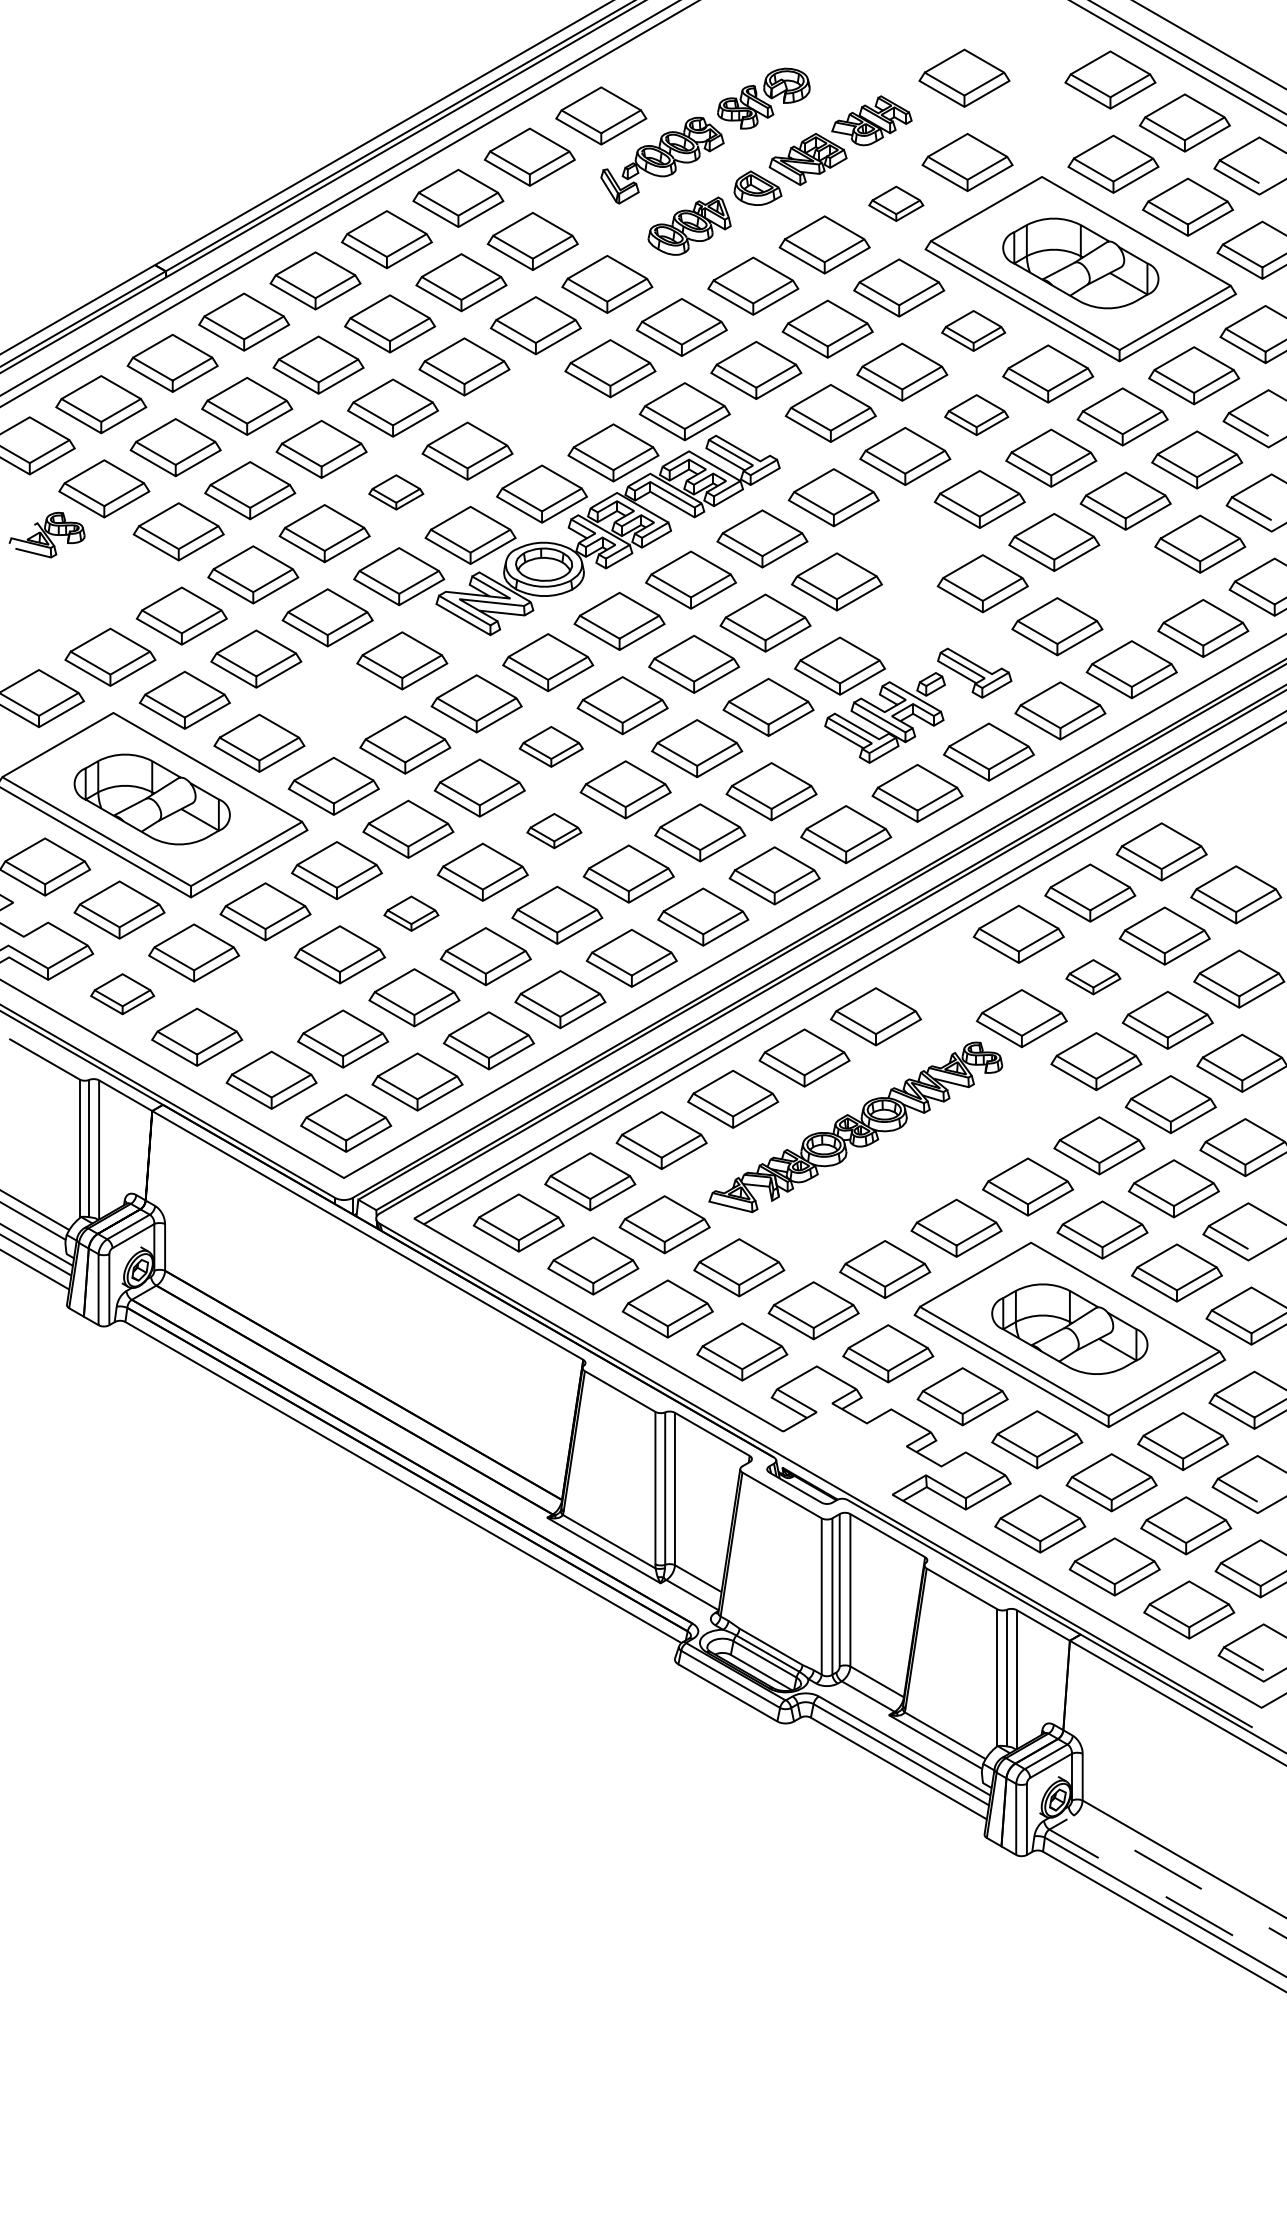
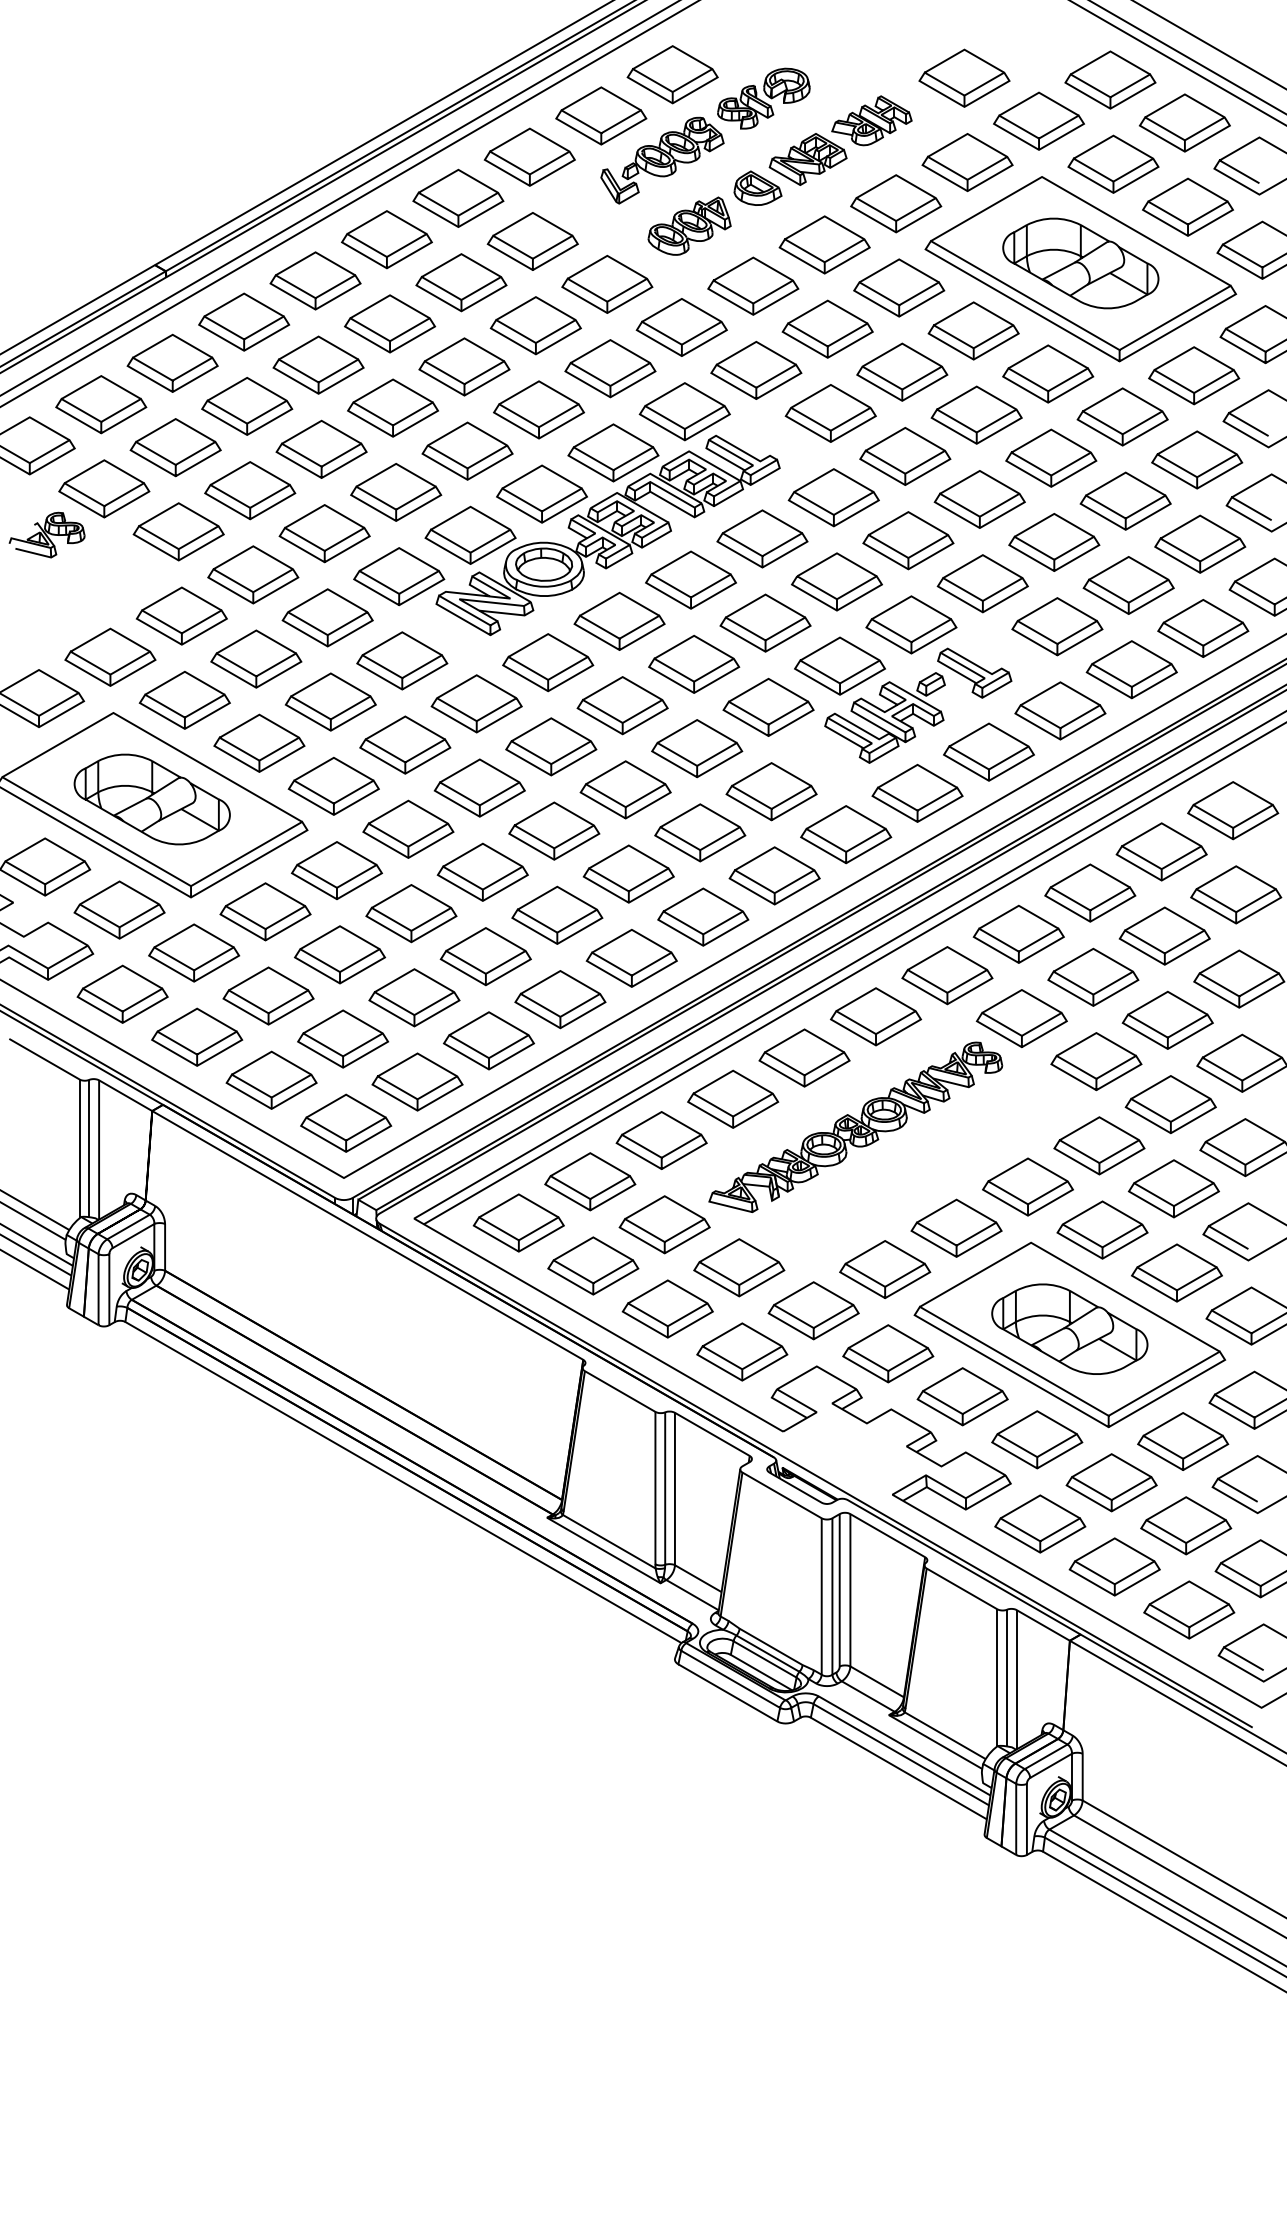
part at (672, 74): none -> present
part at (1038, 120): none -> present
part at (896, 203) size: 57x37 px -> 93x60 px
part at (973, 330) size: 66x42 px -> 93x60 px
part at (539, 409): none -> present
part at (976, 415) size: 66x43 px -> 93x60 px
part at (396, 492) size: 57x37 px -> 93x59 px
part at (908, 540): none -> present
part at (1128, 585): none -> present
part at (911, 624): none -> present
part at (330, 701): none -> present
part at (550, 746) size: 66x42 px -> 93x60 px
part at (1233, 810): none -> present
part at (554, 831) size: 57x37 px -> 93x60 px
part at (411, 913) size: 57x37 px -> 93x60 px
part at (947, 975): none -> present
part at (1093, 977) size: 57x37 px -> 93x60 px
part at (122, 994) size: 66x43 px -> 93x60 px
part at (268, 995): none -> present
line at (1049, 1829): dashed -> solid
